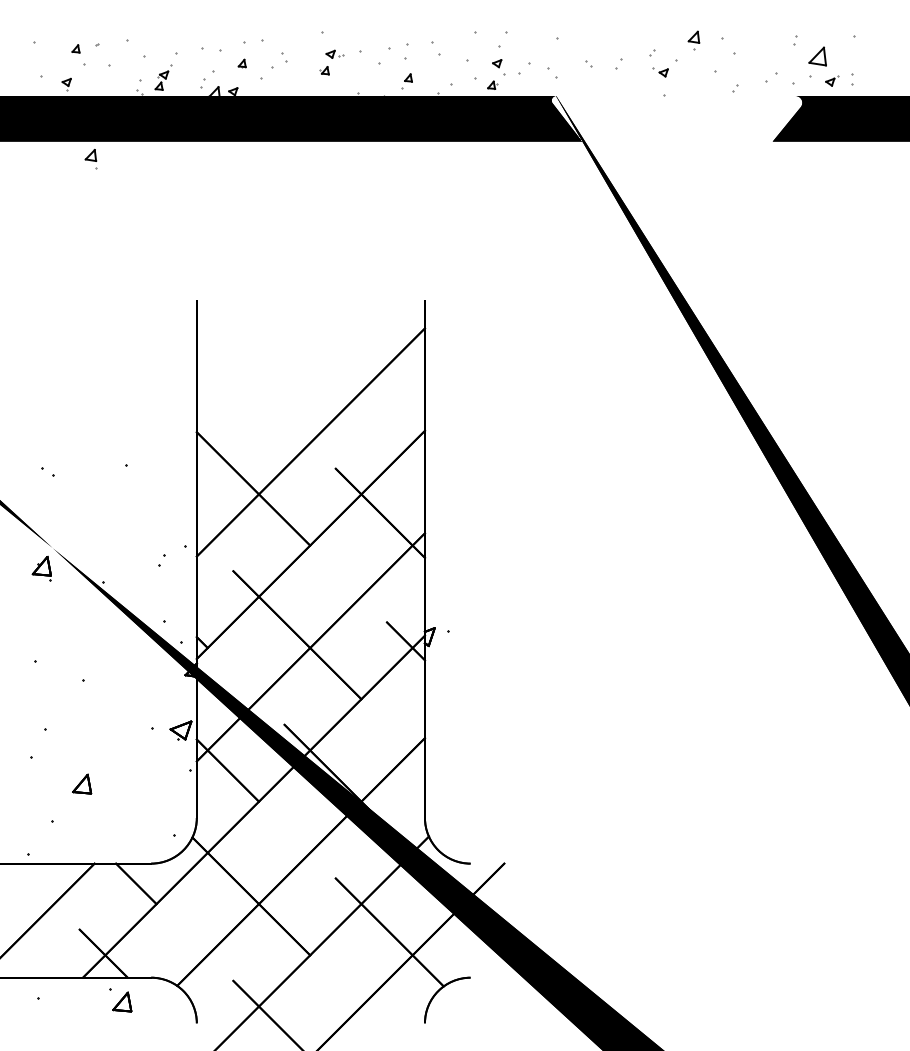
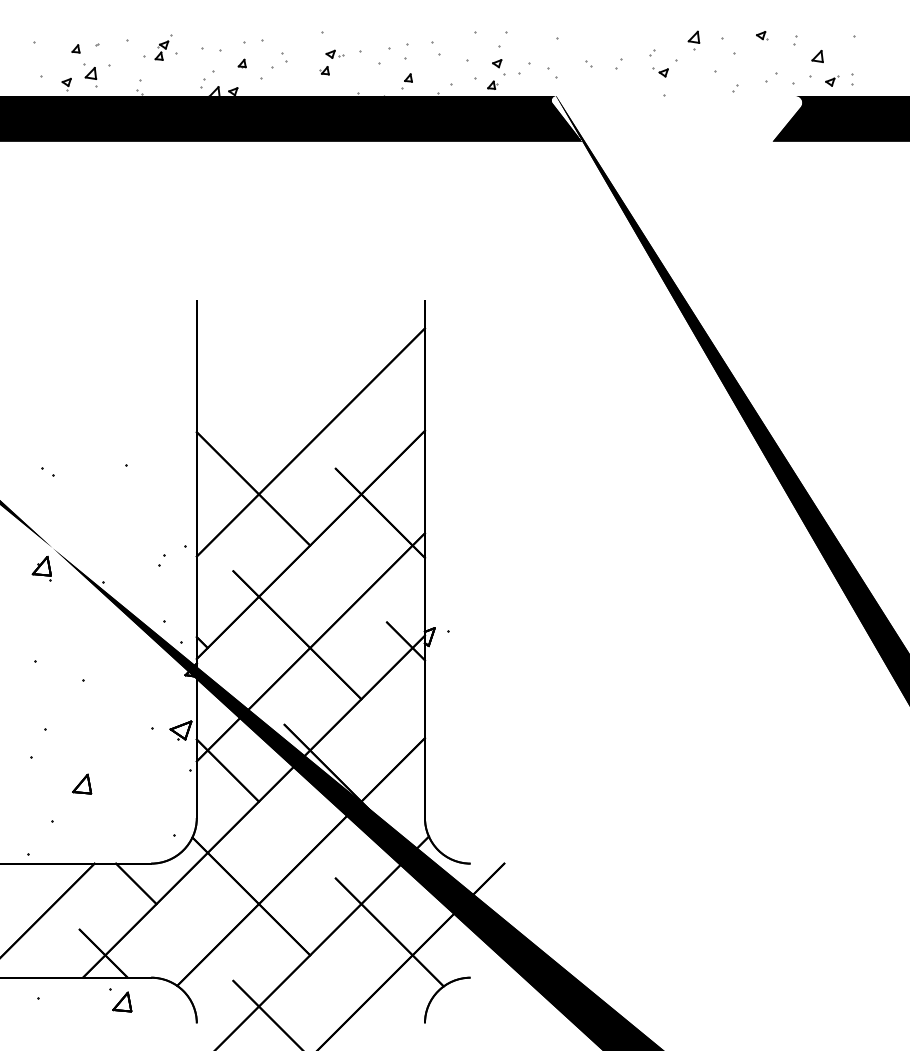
part at (762, 35): none -> present
part at (817, 56) size: 19x21 px -> 13x13 px
part at (163, 77) position: (163, 77) -> (163, 47)
part at (90, 159) position: (90, 159) -> (90, 77)
